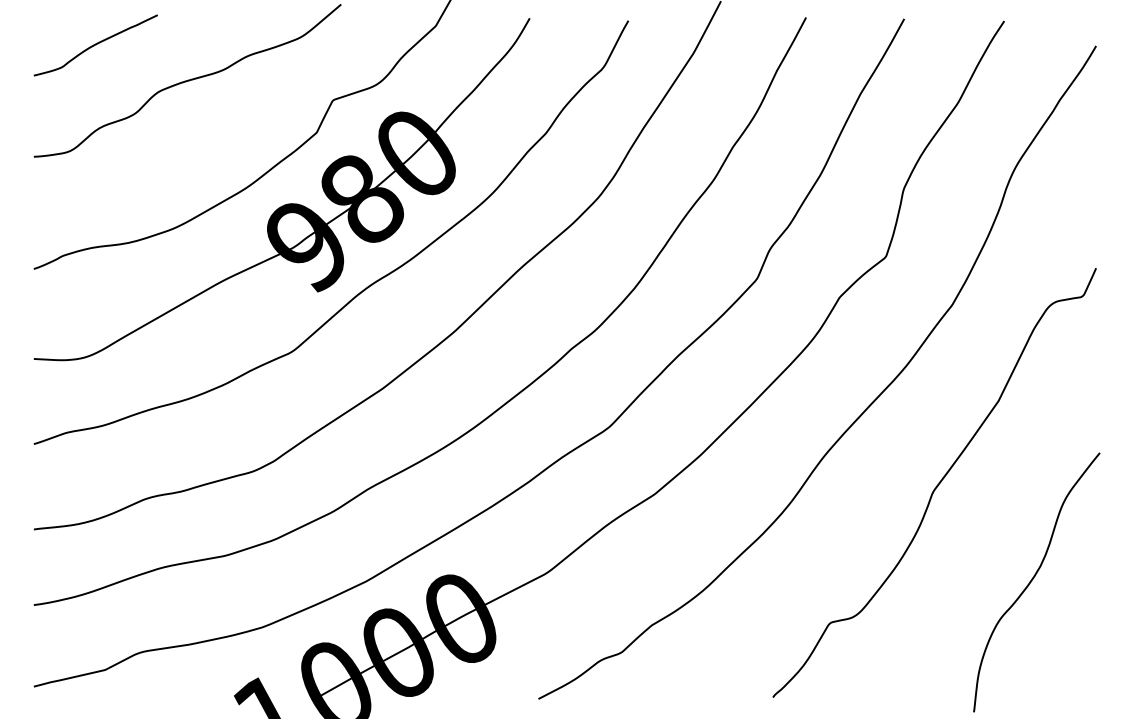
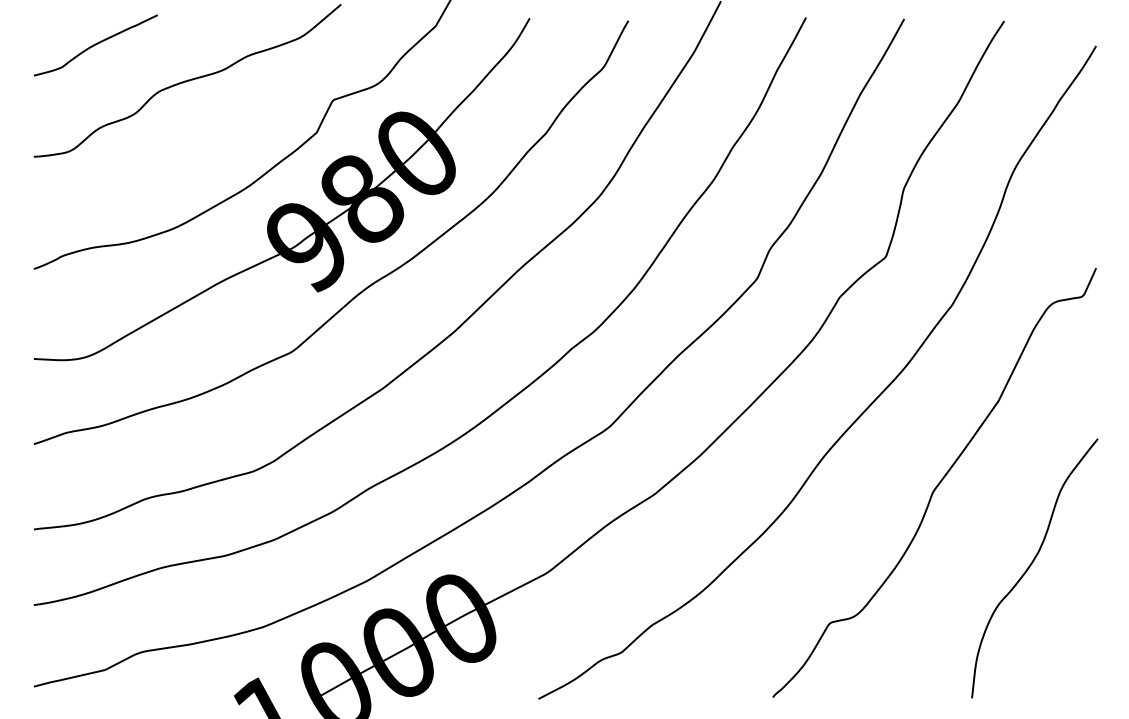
curve at (1033, 579) position: (1033, 579) -> (1031, 565)
